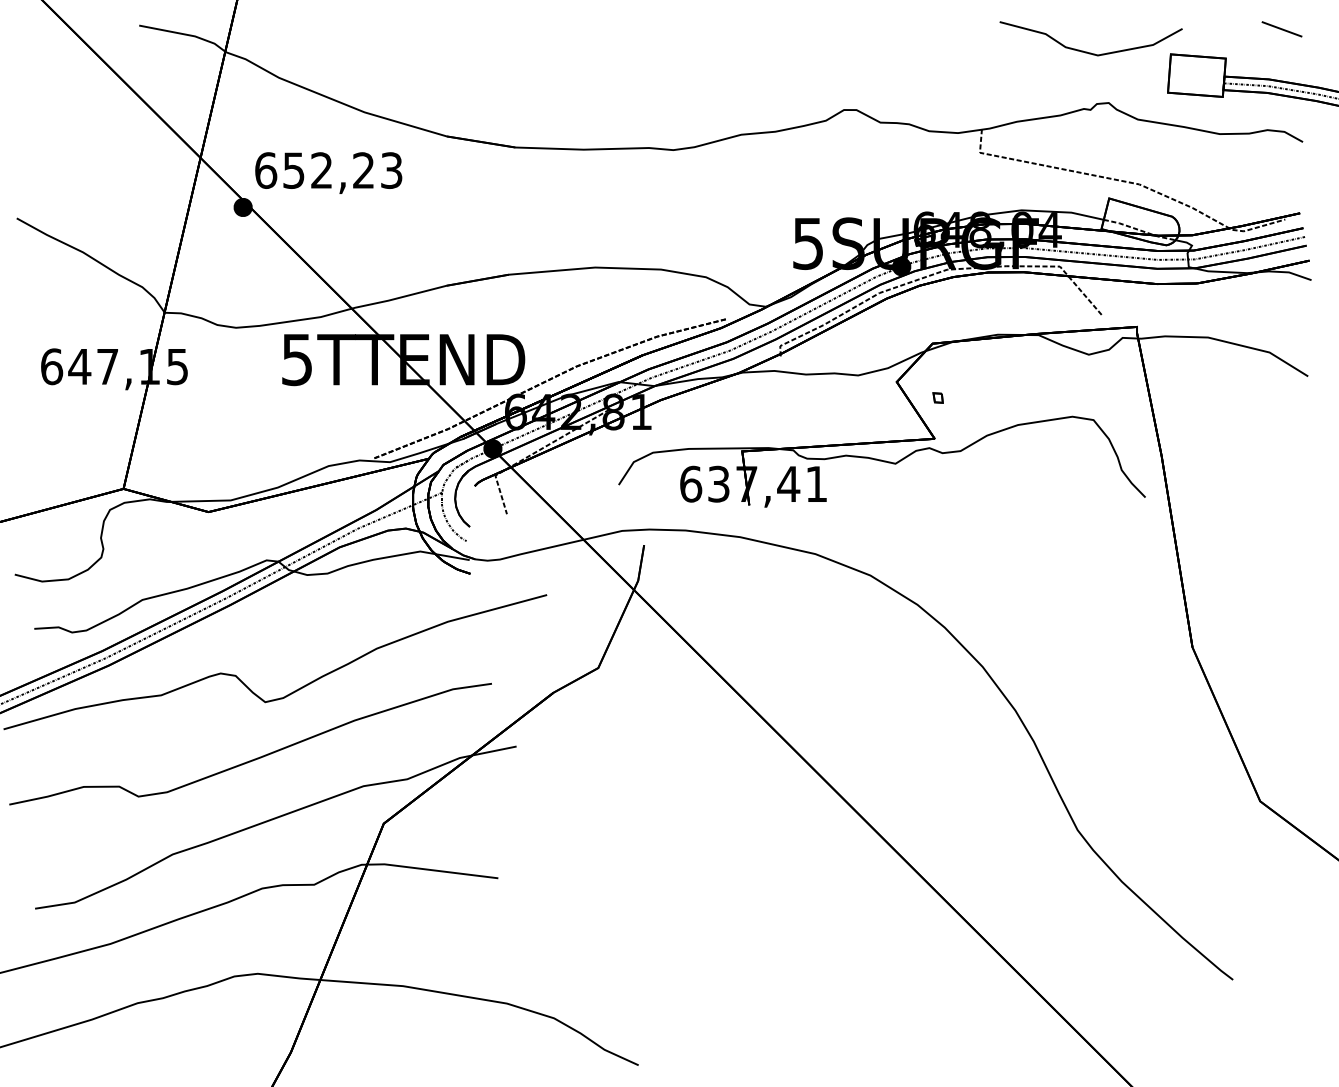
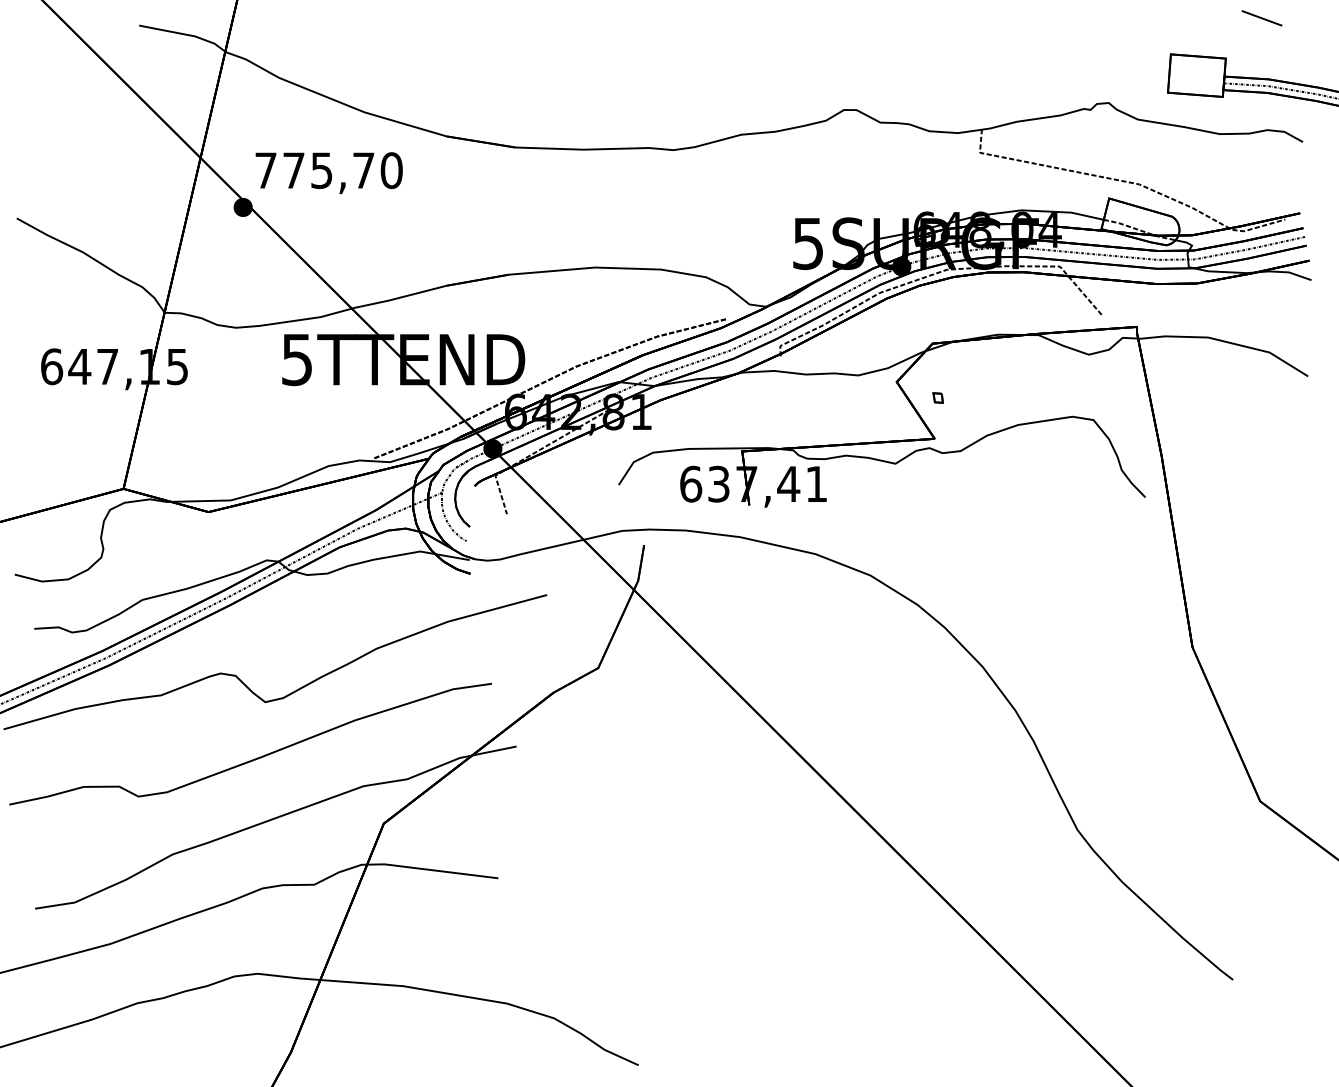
line at (1281, 29) position: (1281, 29) -> (1261, 18)
curve at (1087, 51): present -> none
text at (328, 170): 652,23 -> 775,70
